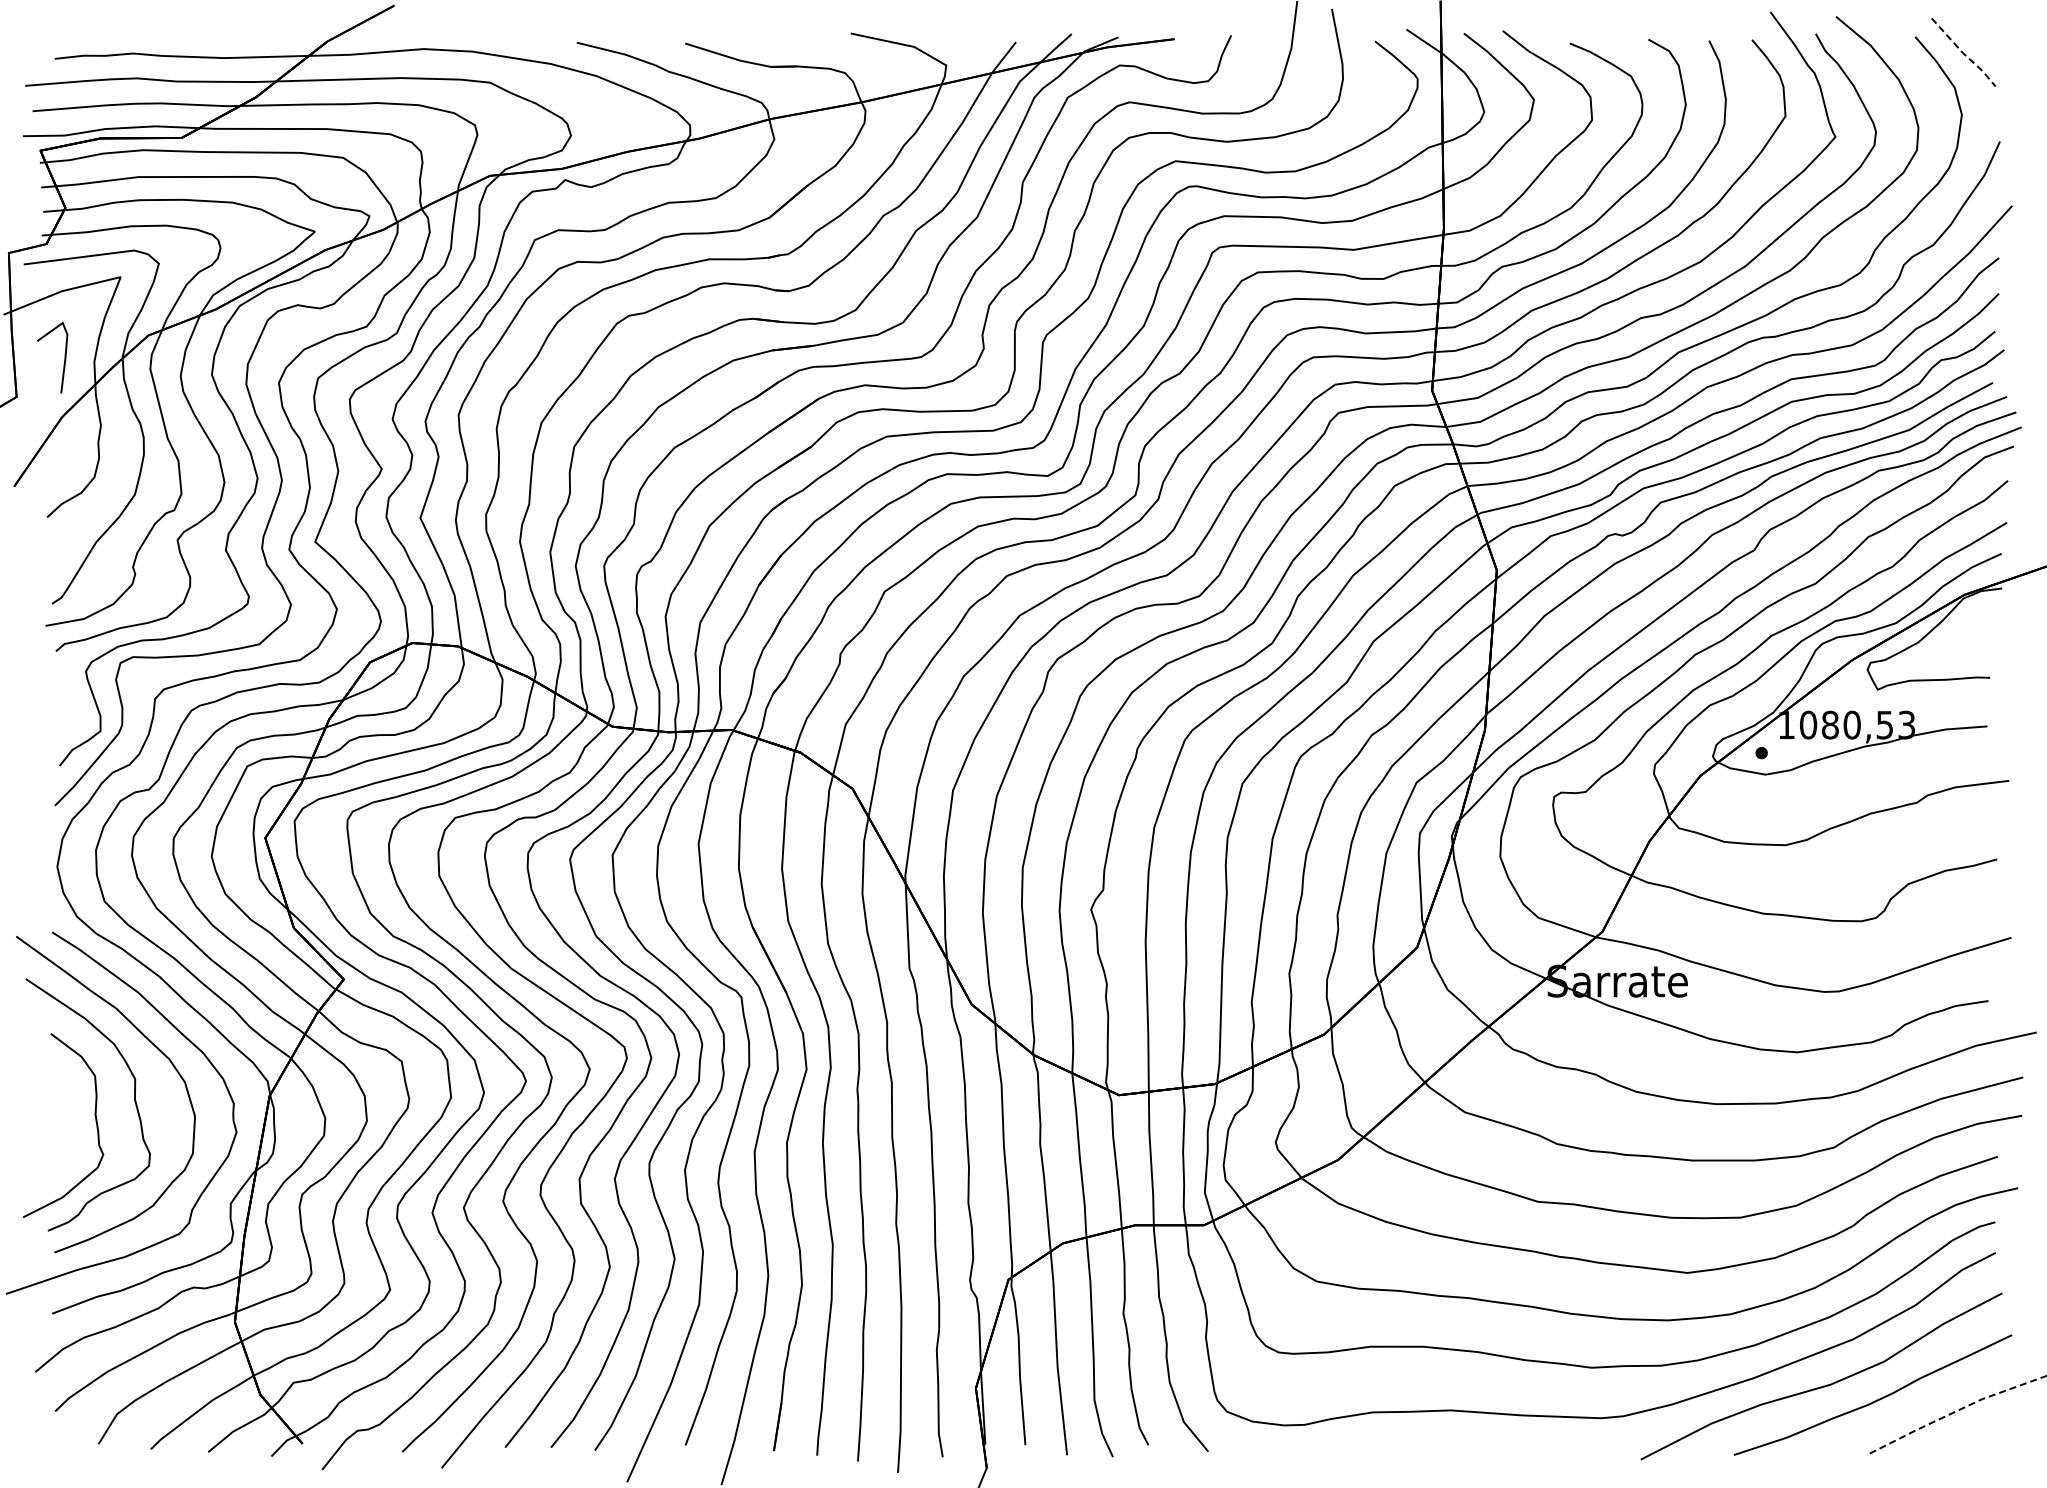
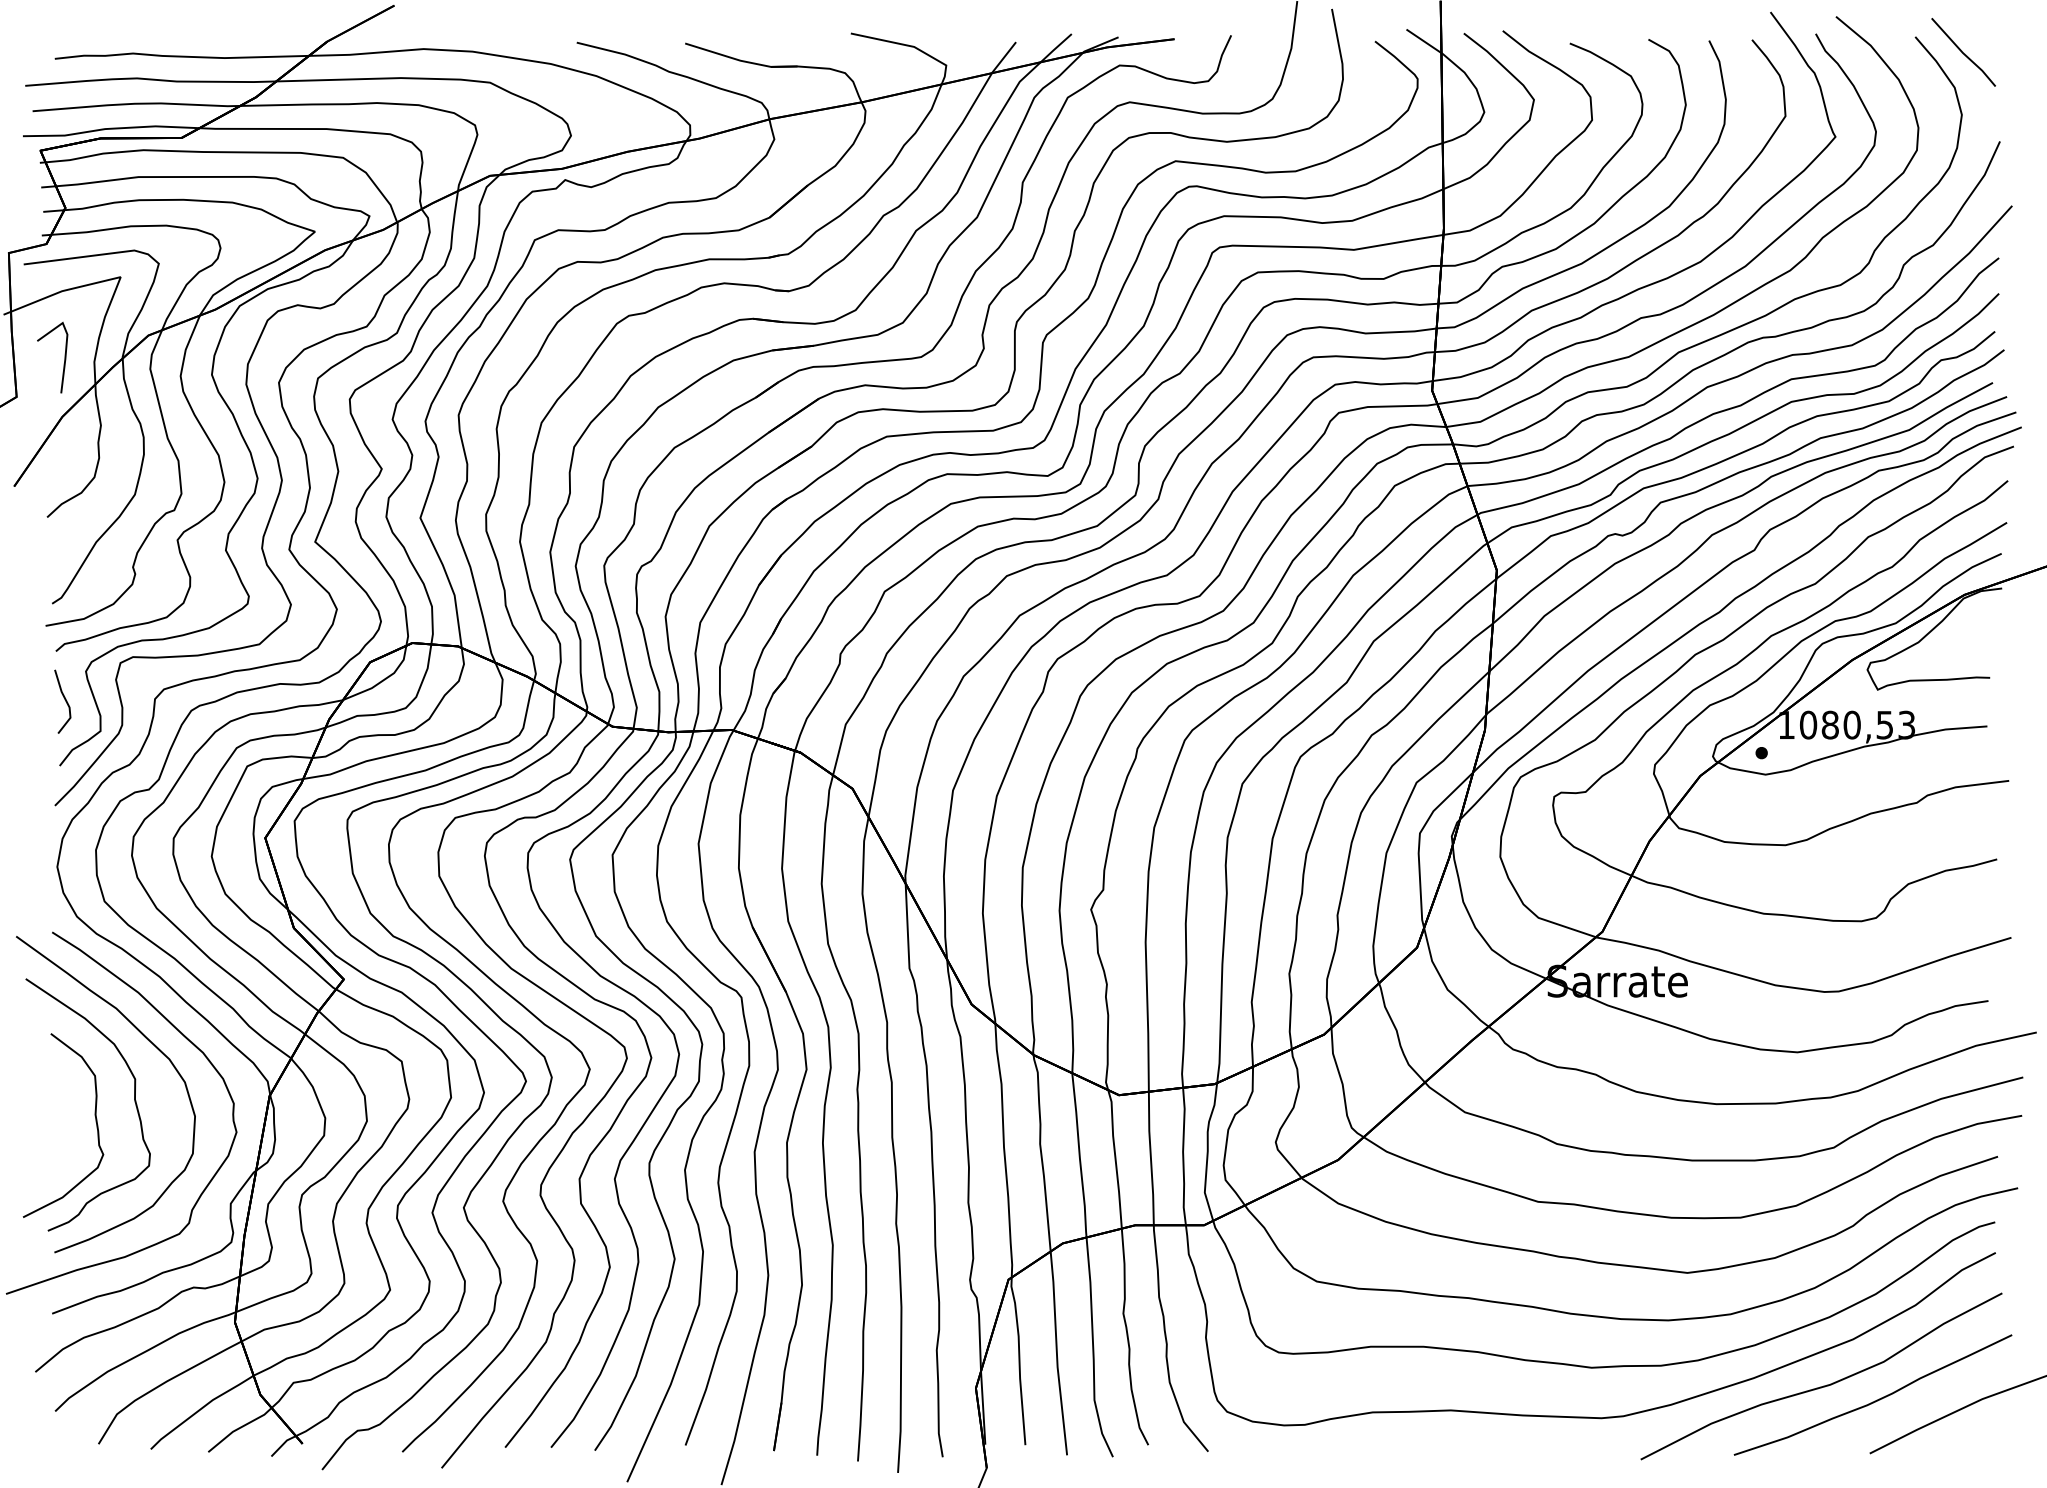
line at (1963, 53): dashed -> solid
line at (64, 699): none -> present
line at (1957, 1410): dashed -> solid
